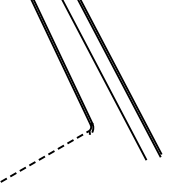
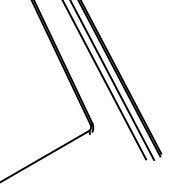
line at (112, 80): none -> present
line at (45, 156): dashed -> solid
